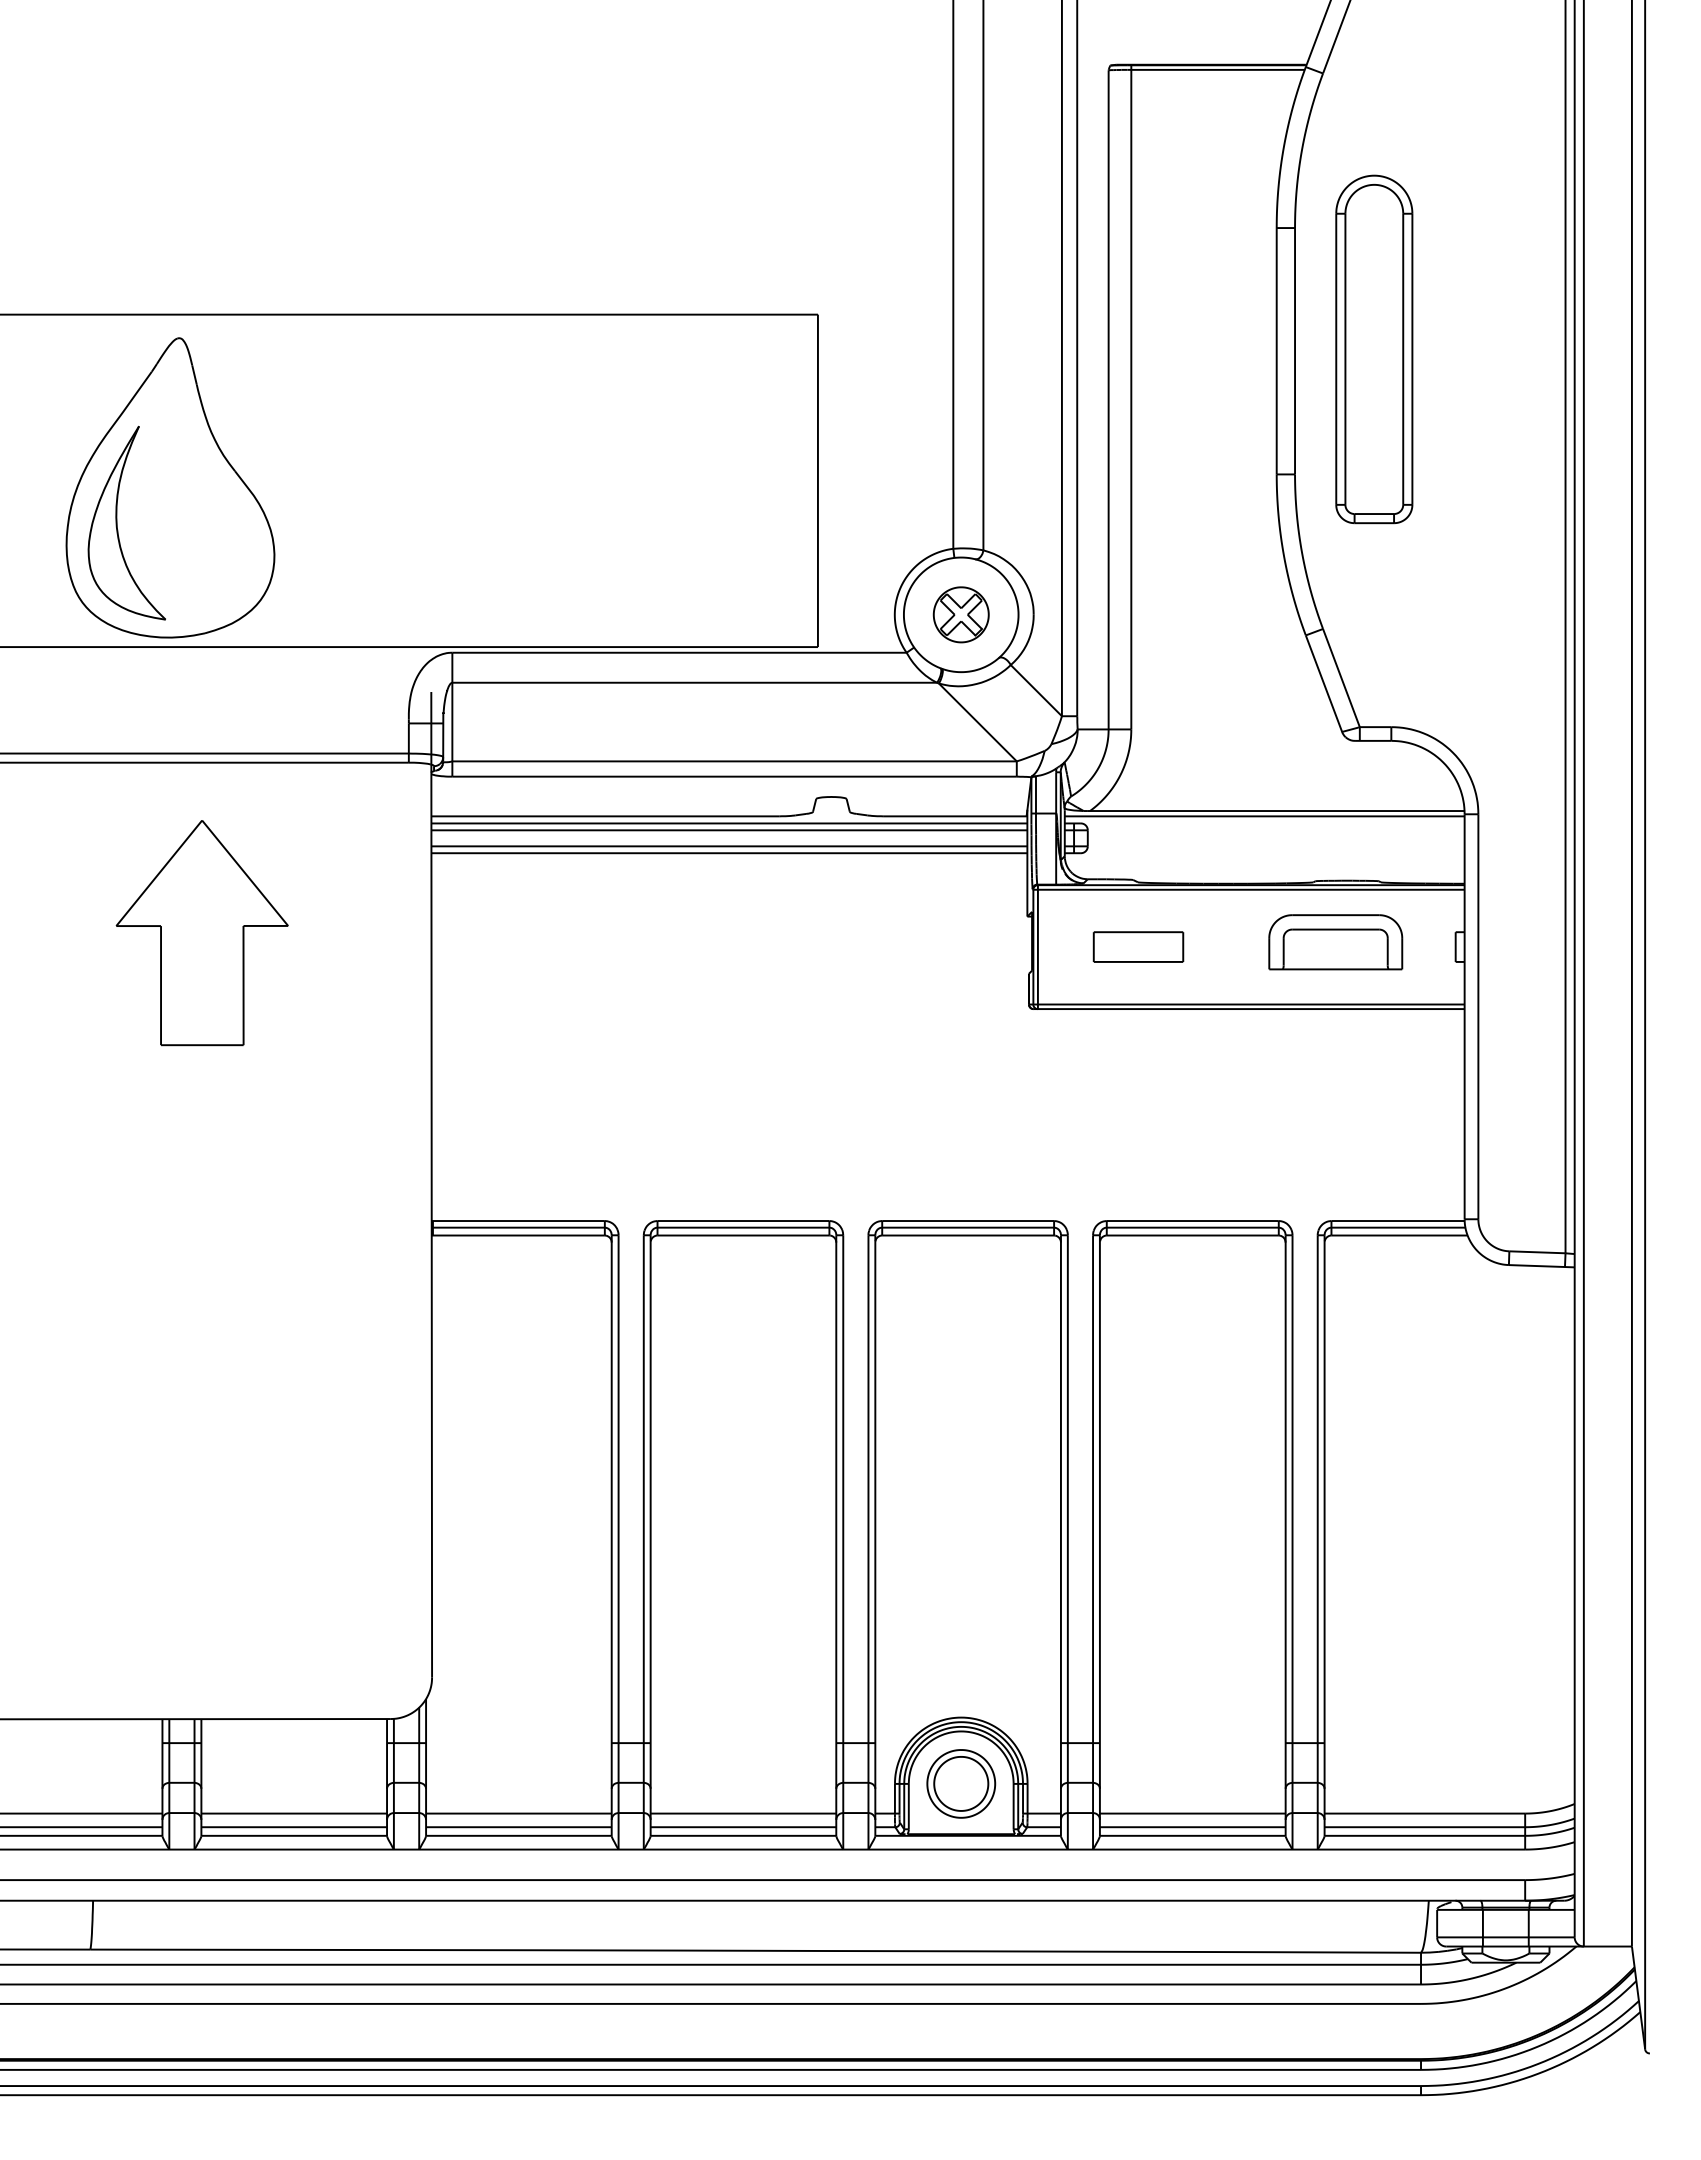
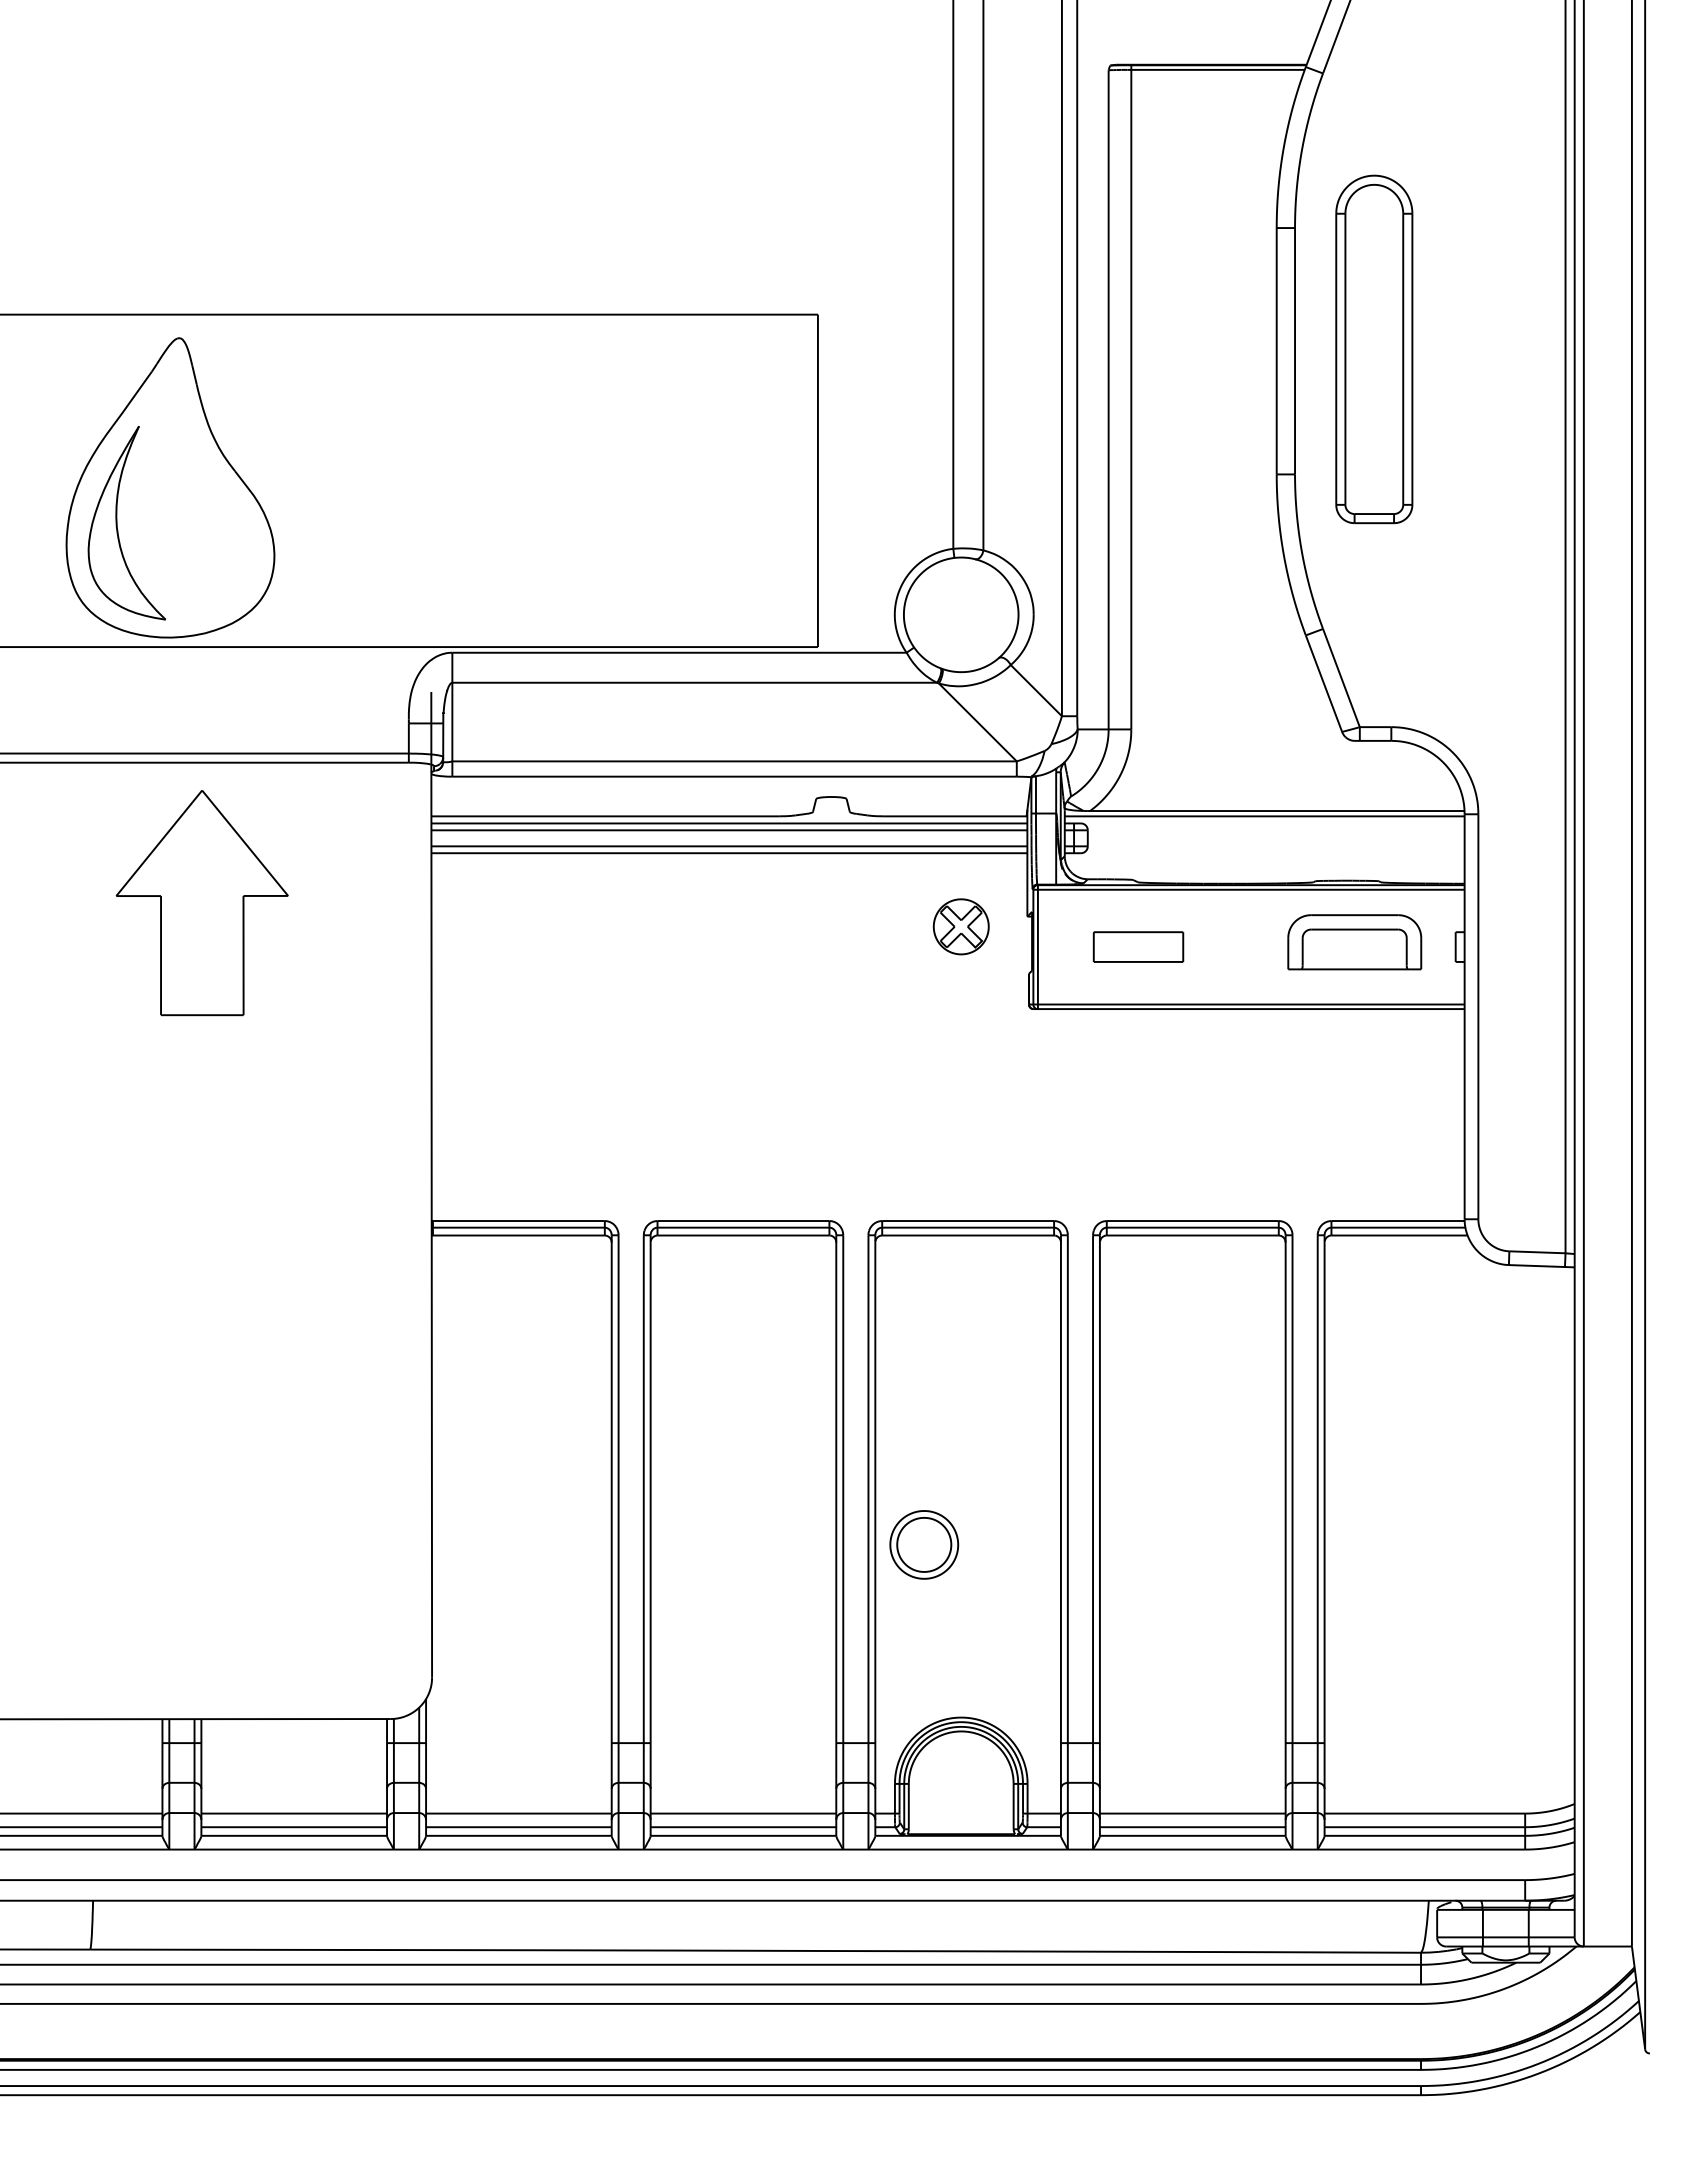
part at (960, 614) position: (960, 614) -> (960, 926)
part at (201, 933) position: (201, 933) -> (201, 903)
part at (1335, 942) position: (1335, 942) -> (1354, 942)
part at (961, 1783) position: (961, 1783) -> (924, 1544)
